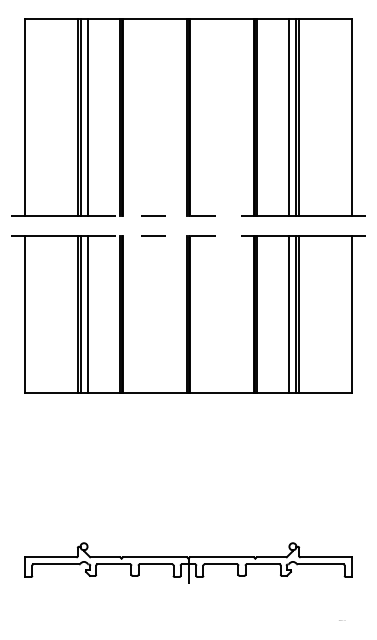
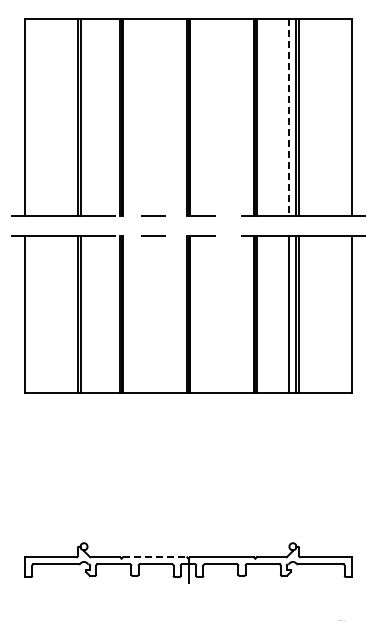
line at (87, 117): present -> none
line at (289, 118): solid -> dashed
line at (87, 313): present -> none
line at (155, 557): solid -> dashed
